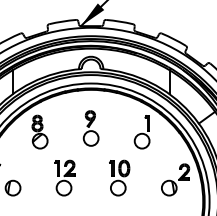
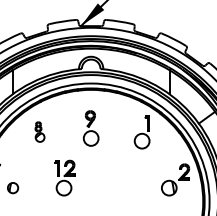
part at (39, 131) size: 18x36 px -> 12x22 px
part at (119, 177): present -> none
part at (12, 187) size: 18x18 px -> 13x13 px
